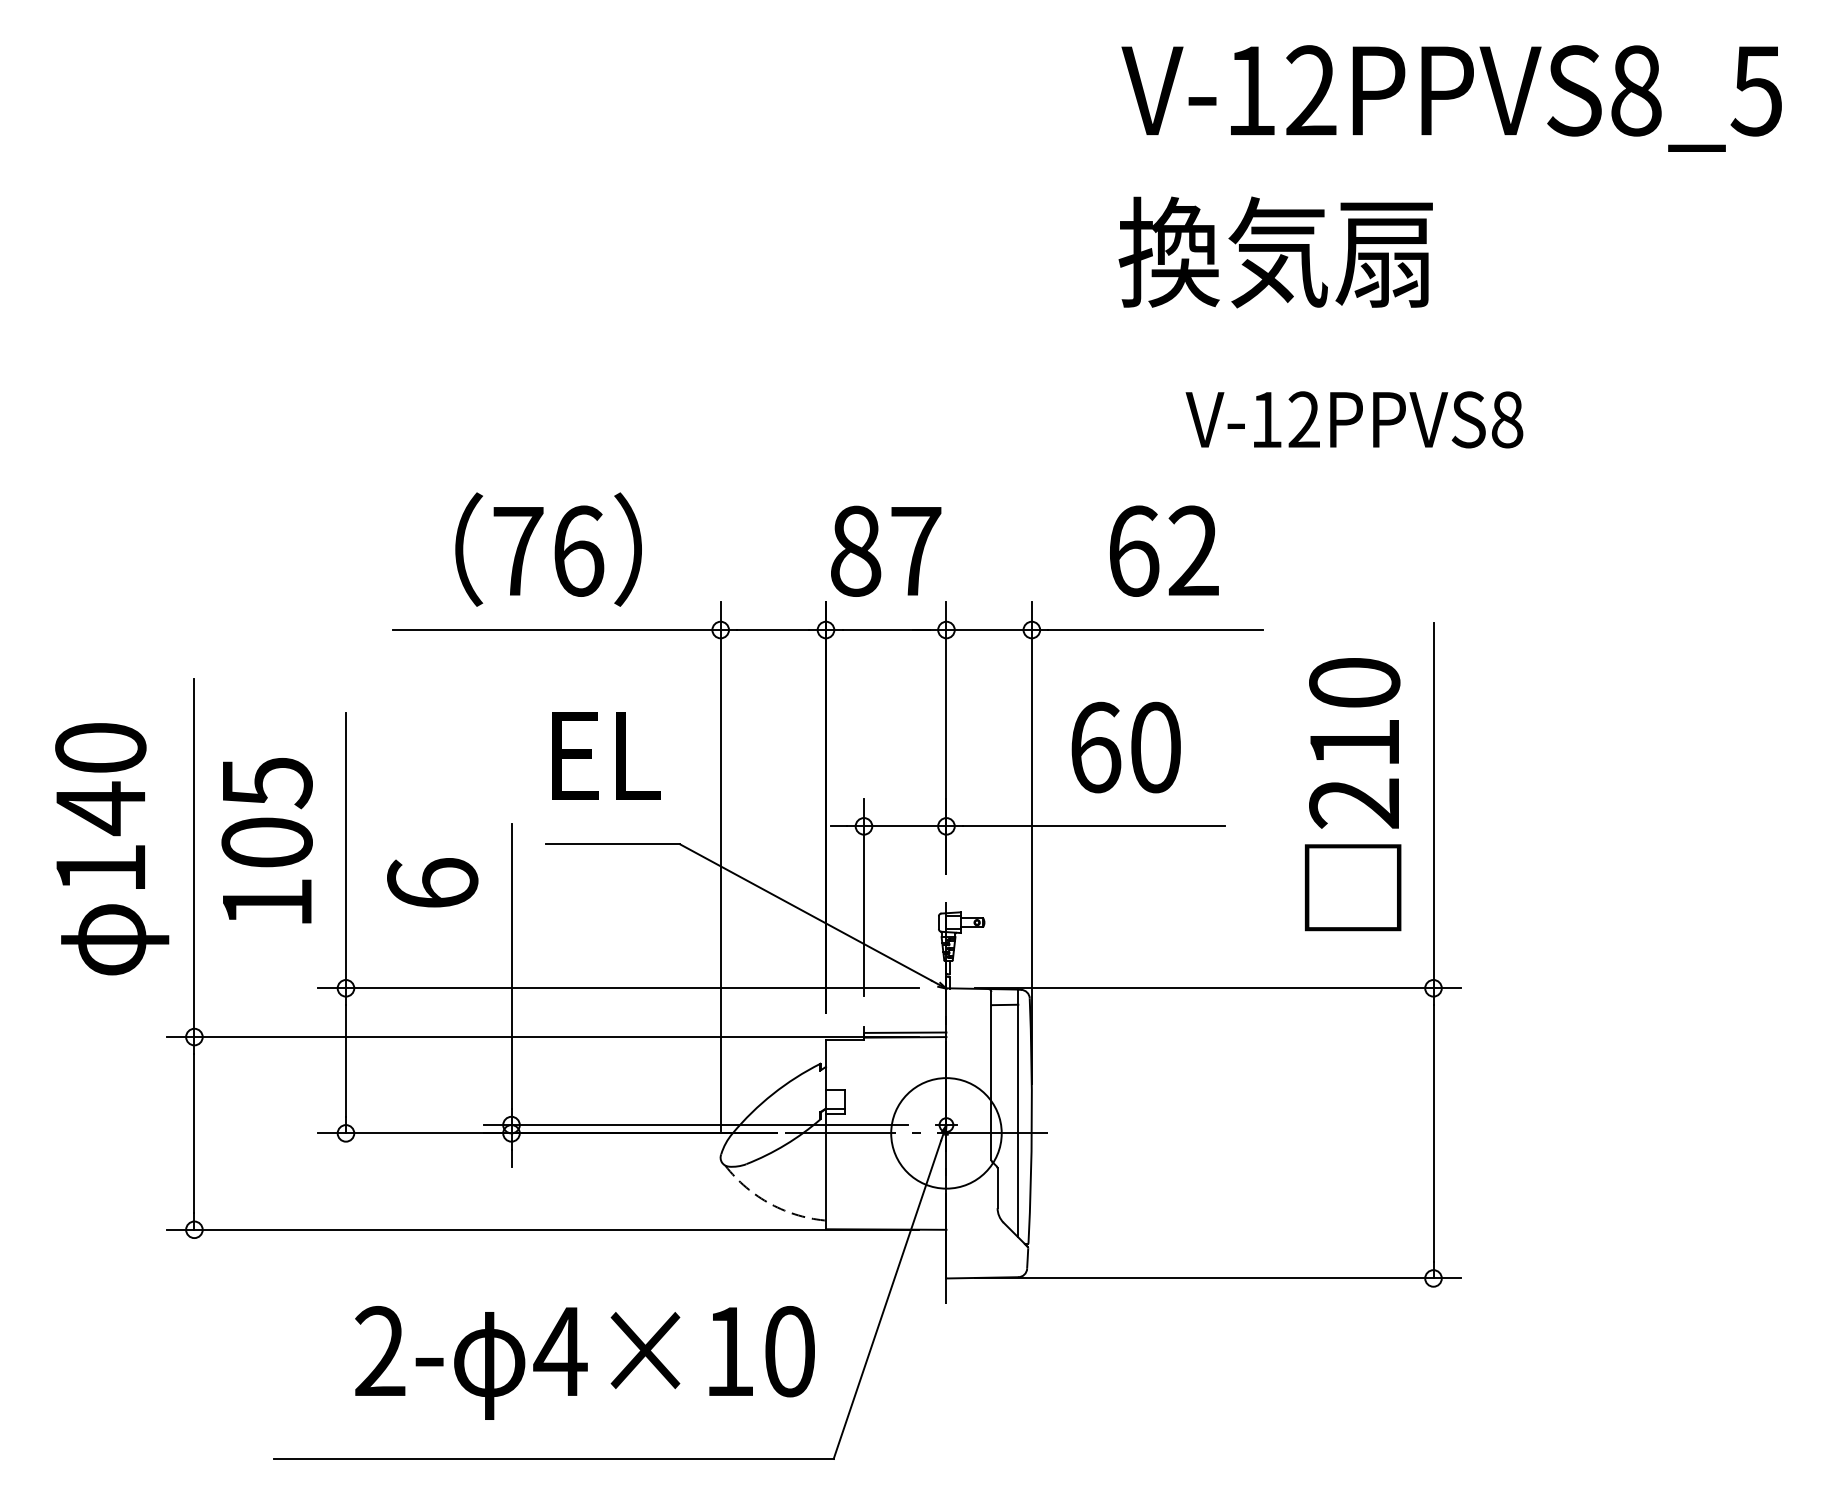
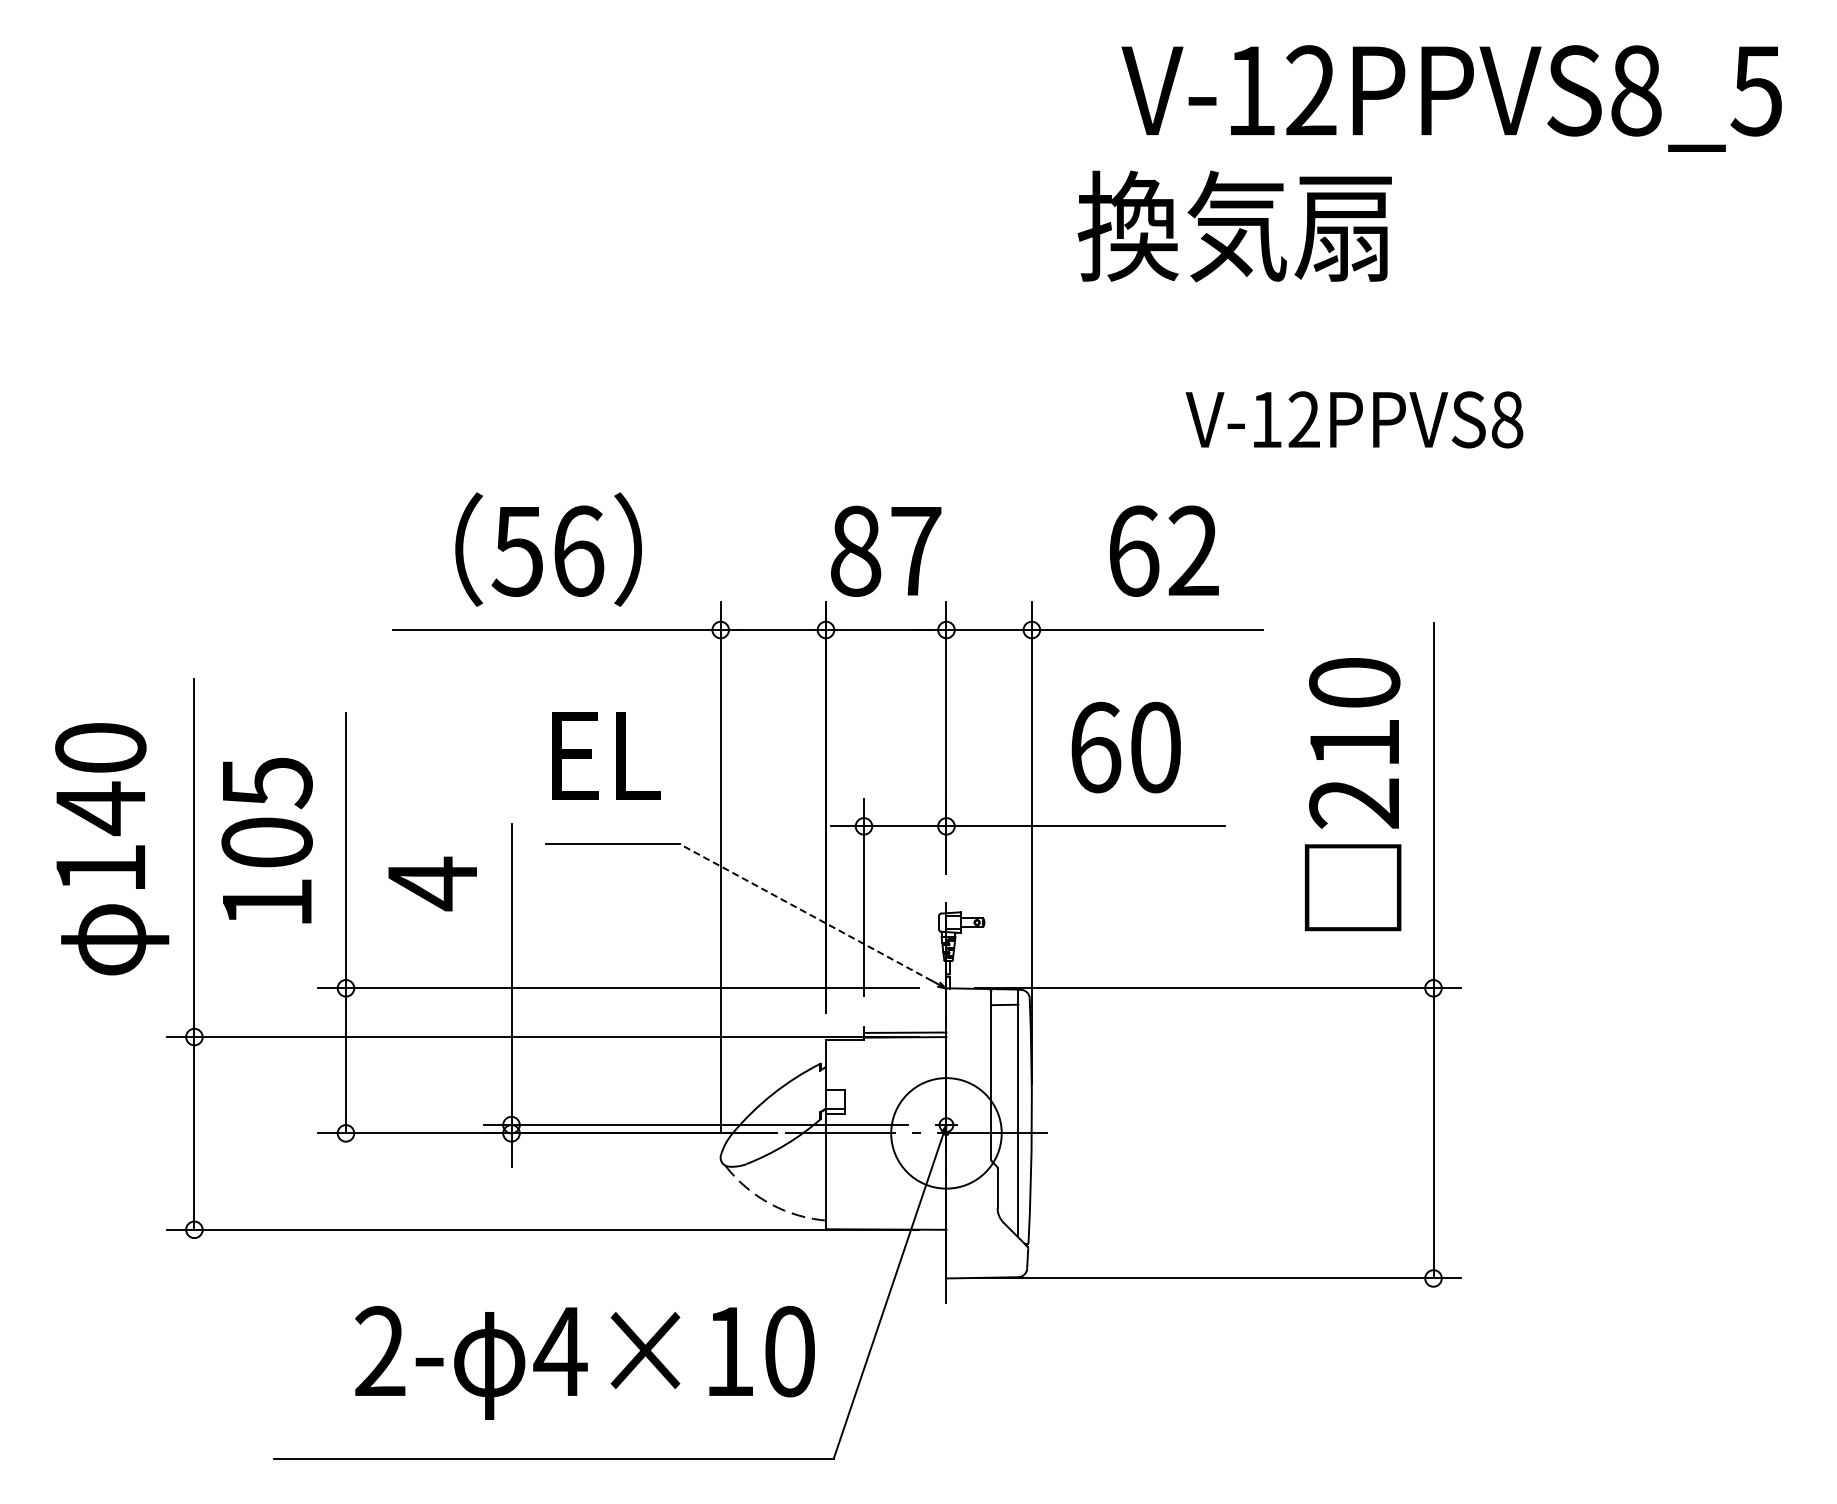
text at (1275, 252) position: (1275, 252) -> (1234, 226)
text at (517, 551): 76 -> 56
text at (432, 883): 6 -> 4
line at (805, 912): solid -> dashed
